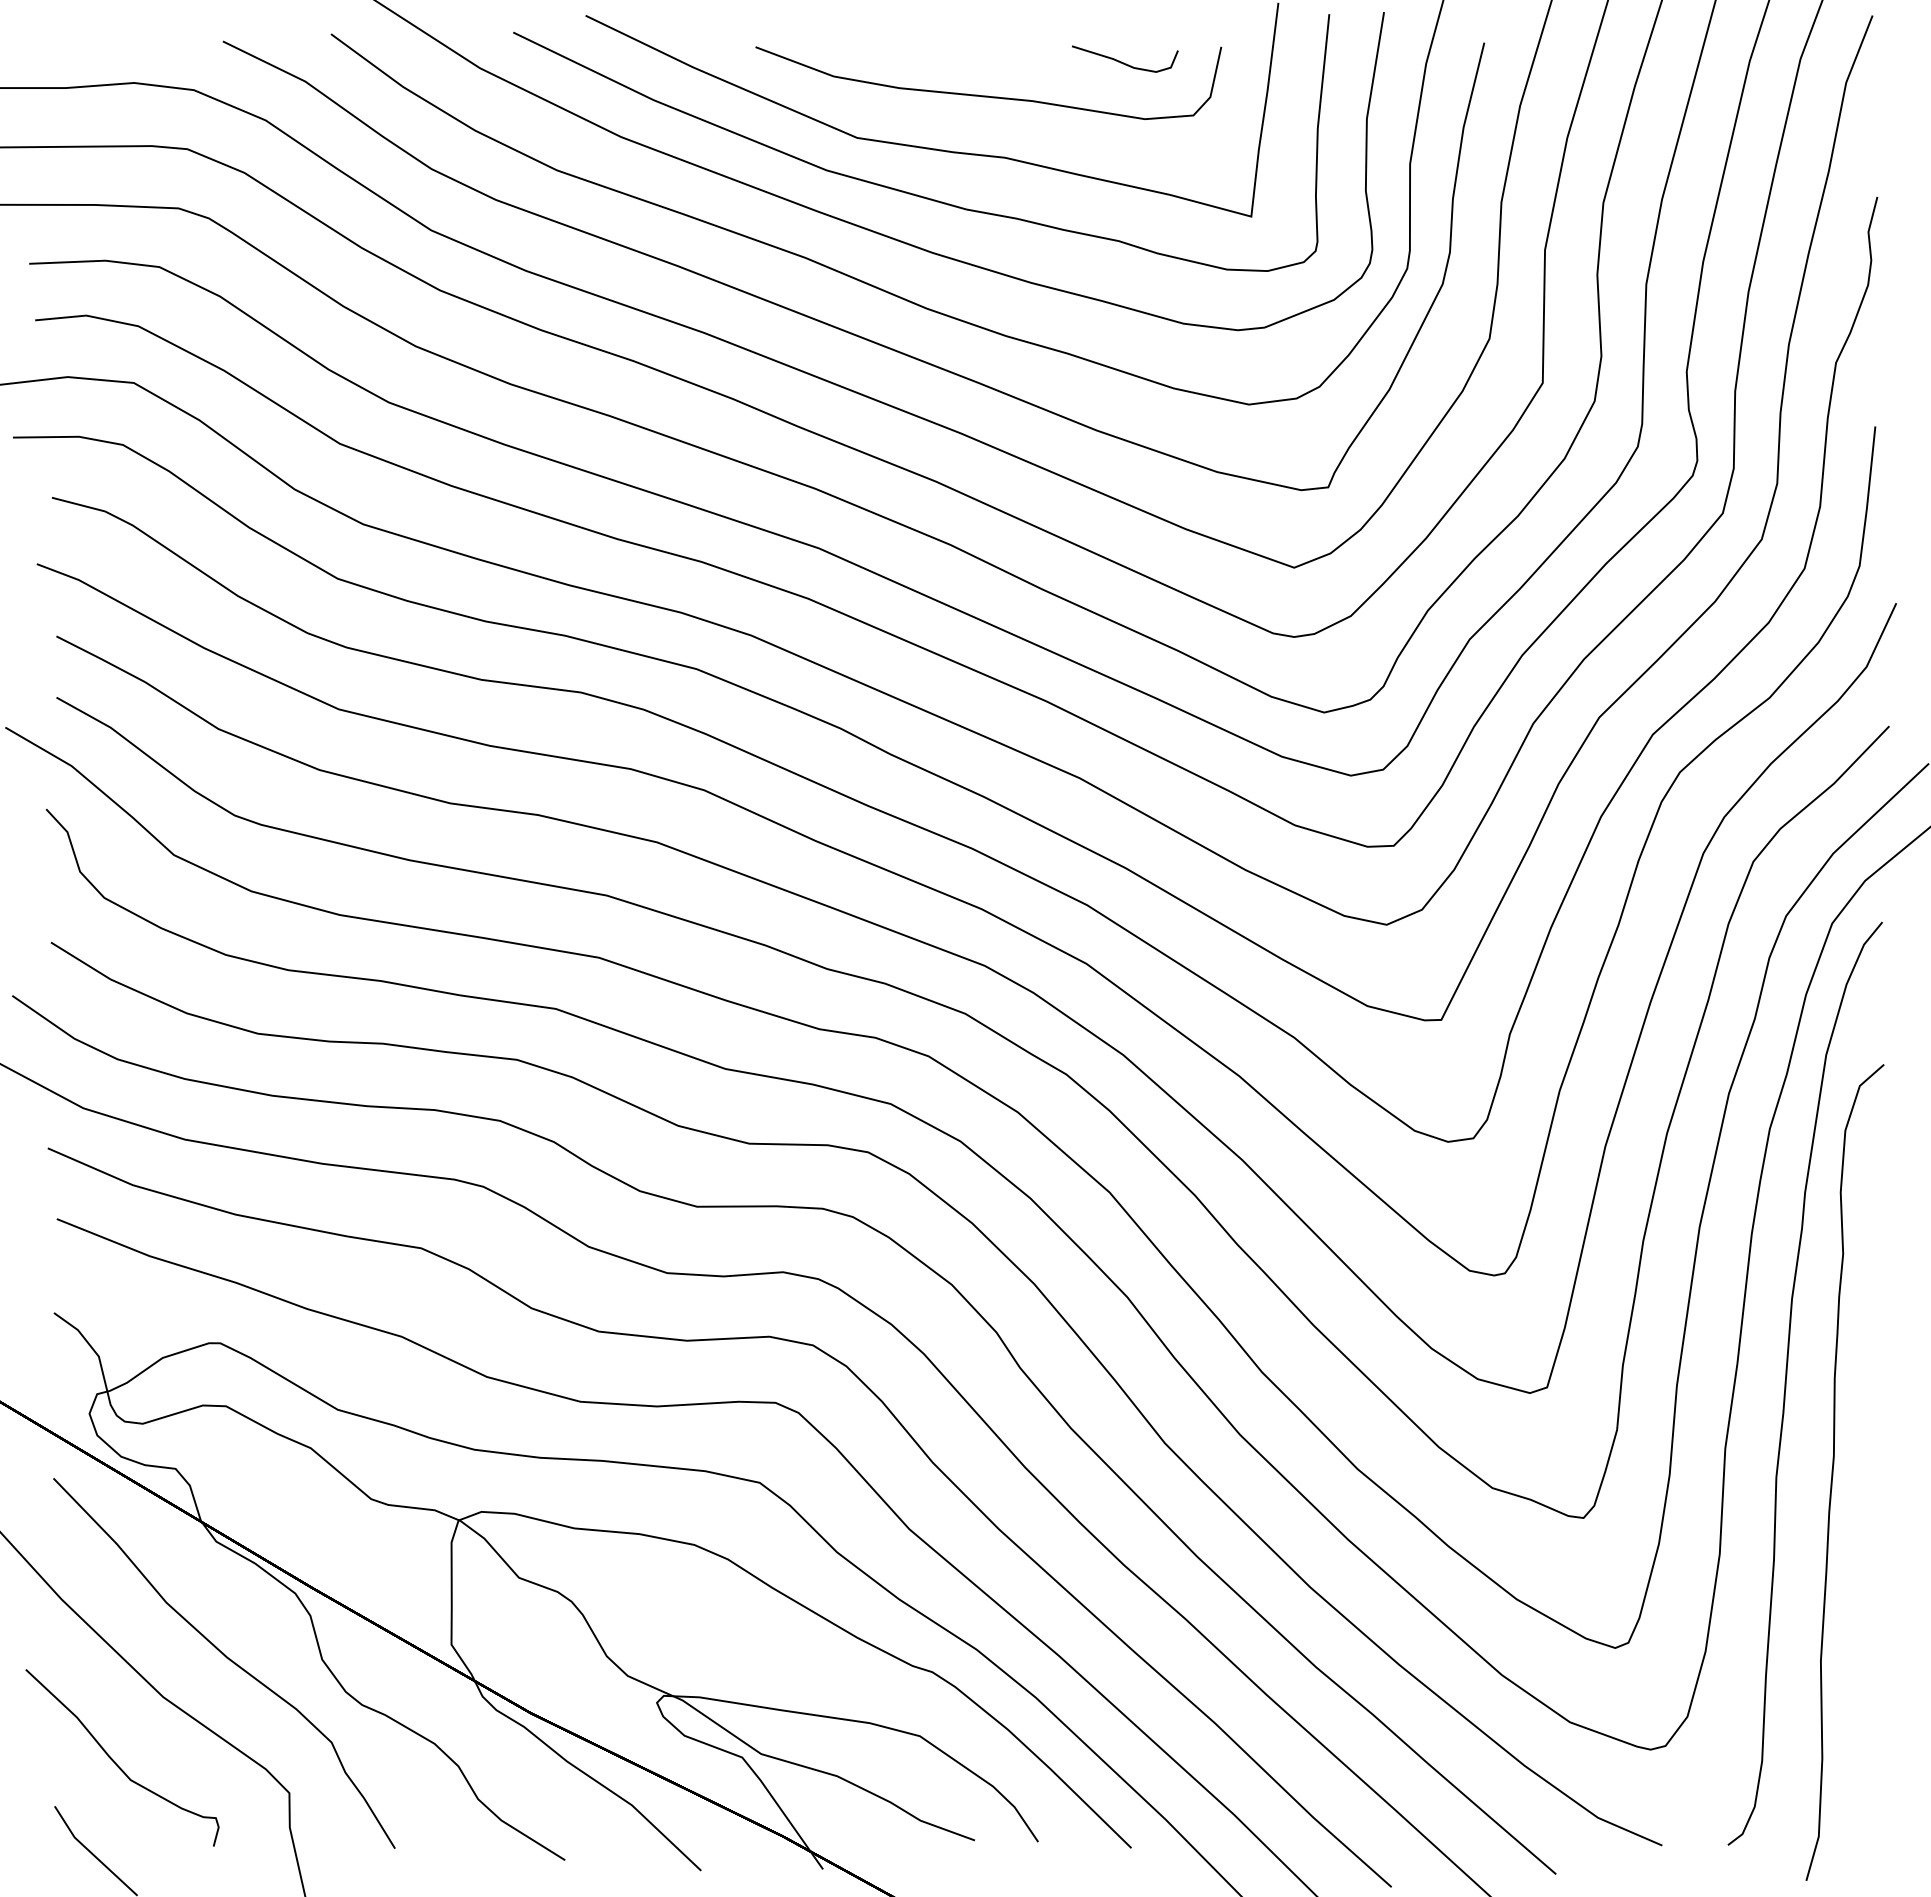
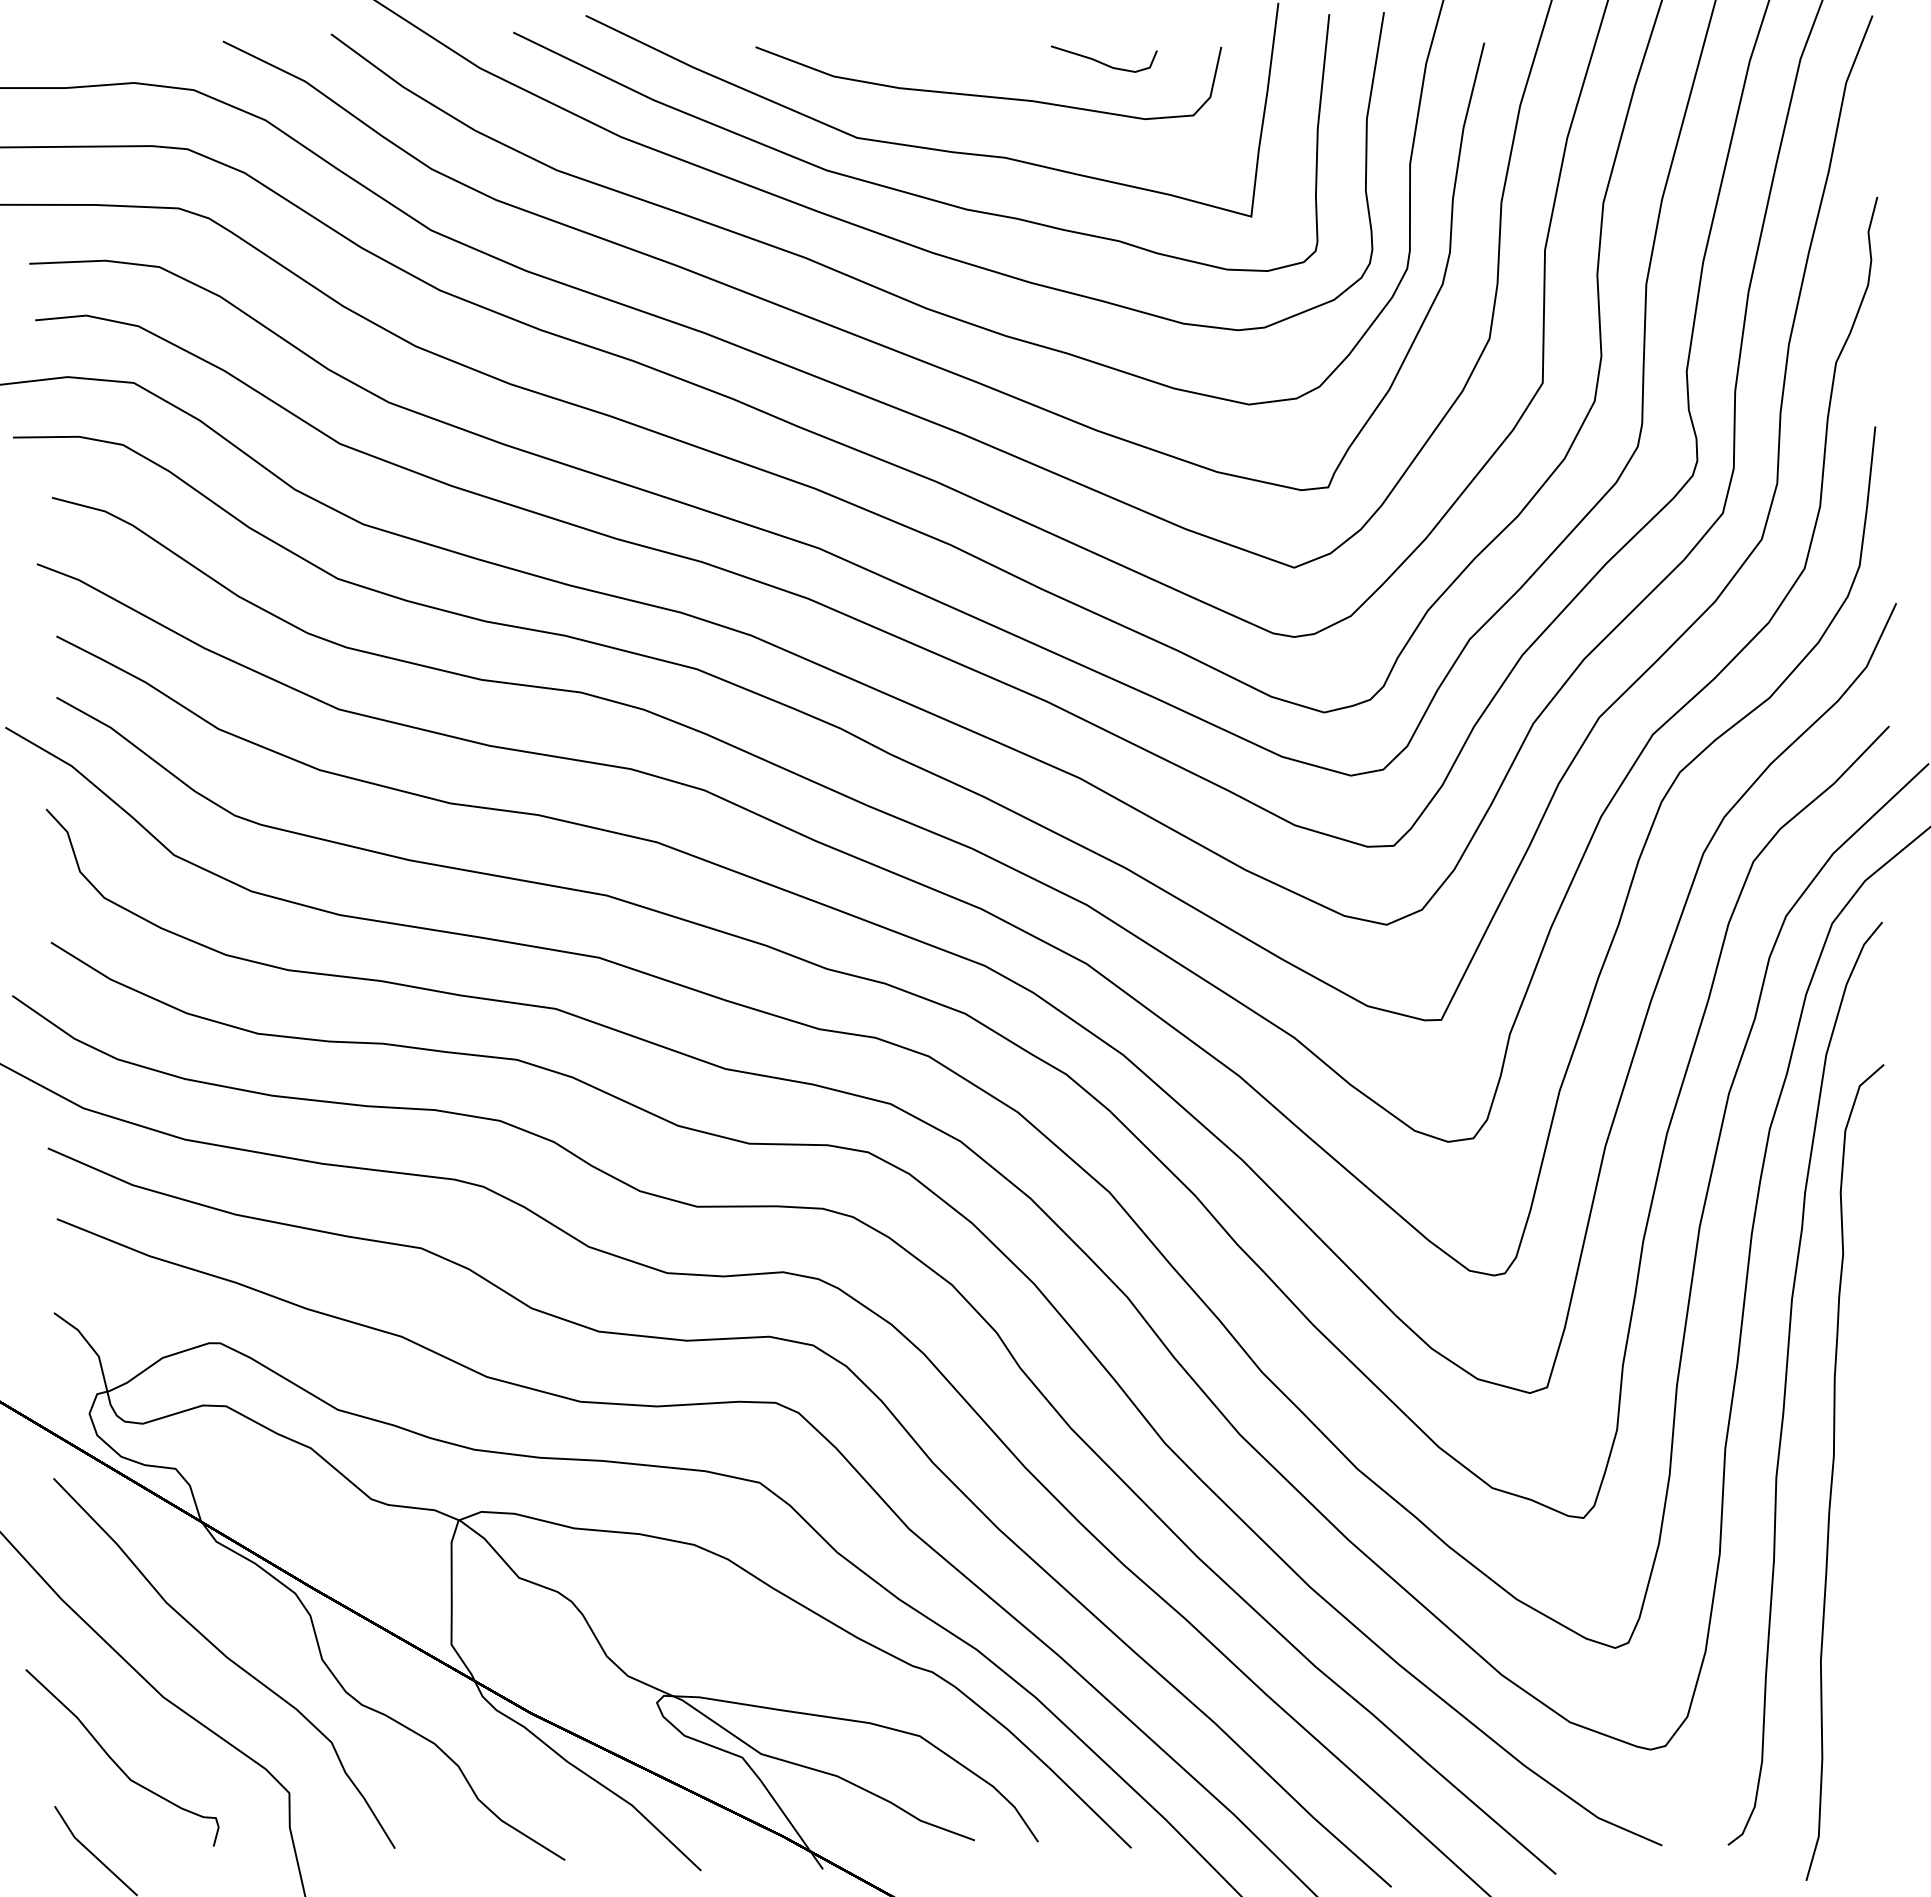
part at (1124, 58) position: (1124, 58) -> (1103, 58)
